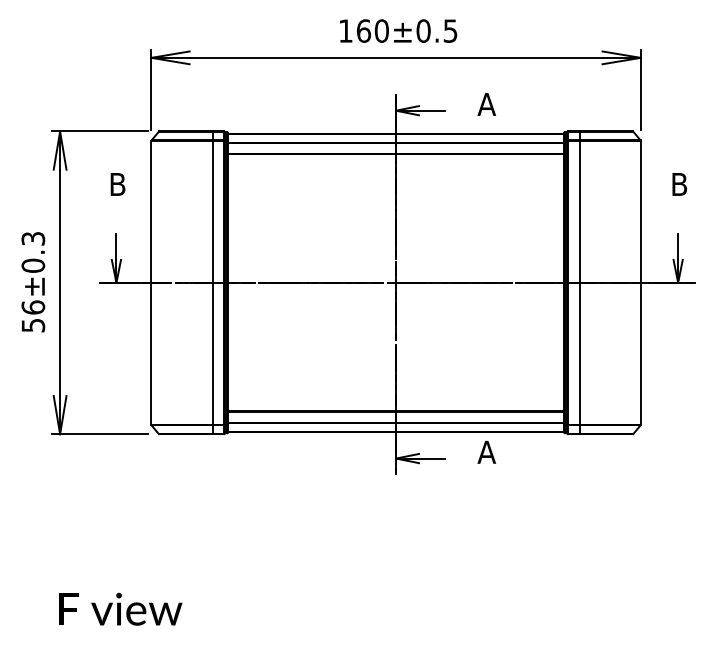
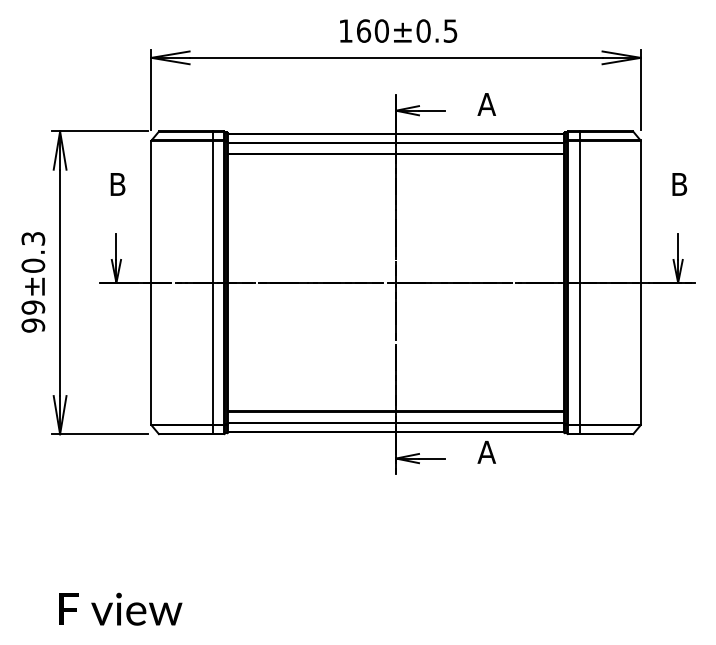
text at (33, 316): 56±0.3 -> 99±0.3
